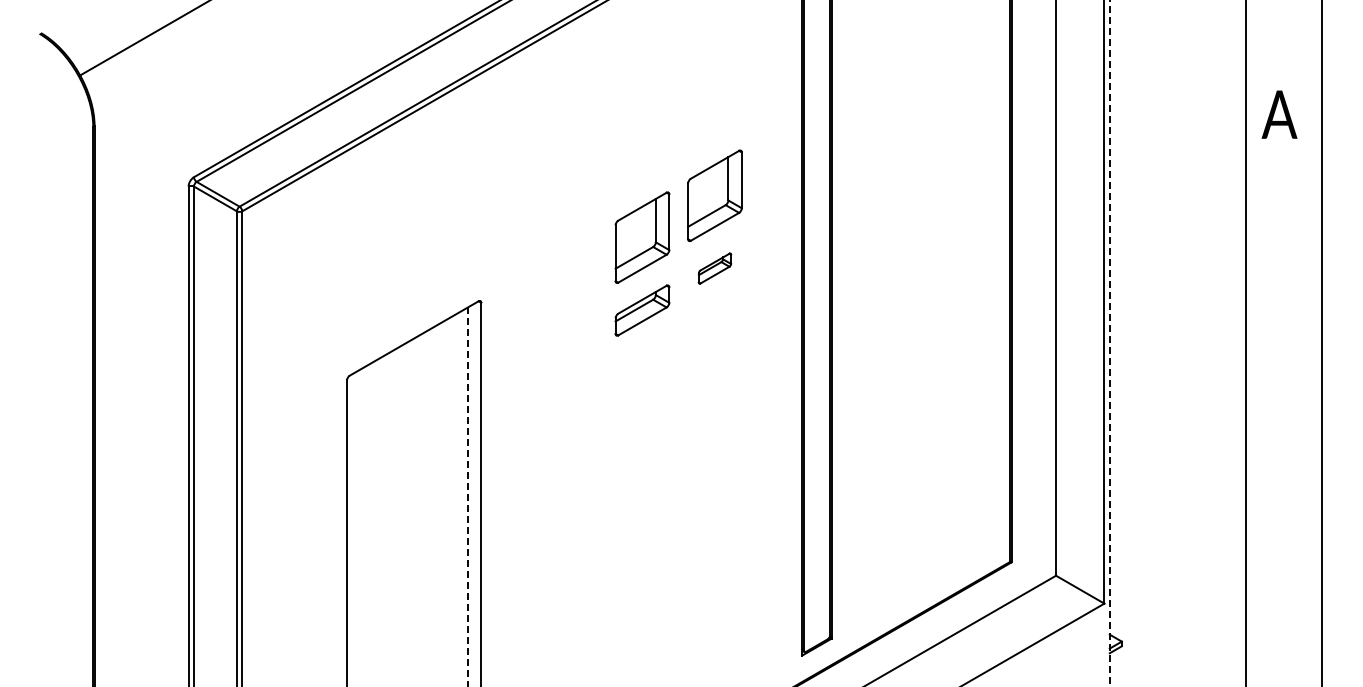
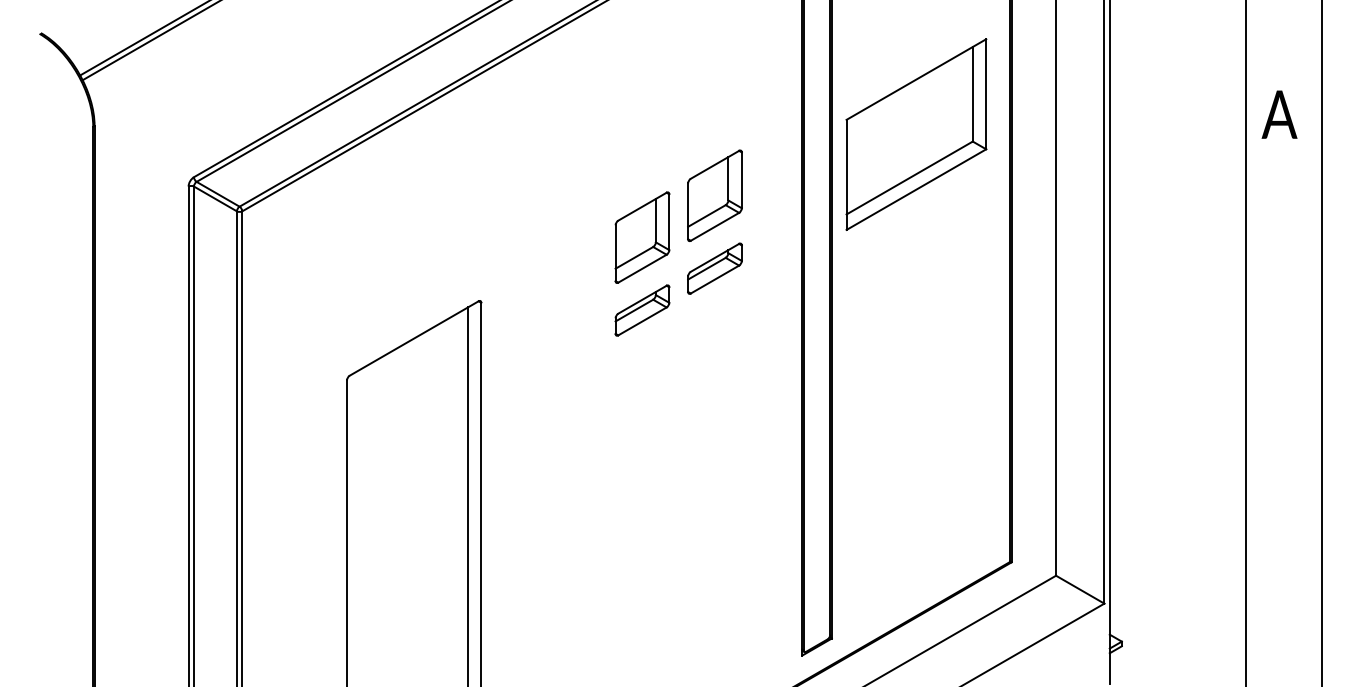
line at (149, 41): none -> present
part at (916, 134): none -> present
part at (714, 268) size: 36x33 px -> 56x53 px
line at (1109, 342): dashed -> solid
line at (467, 497): dashed -> solid
